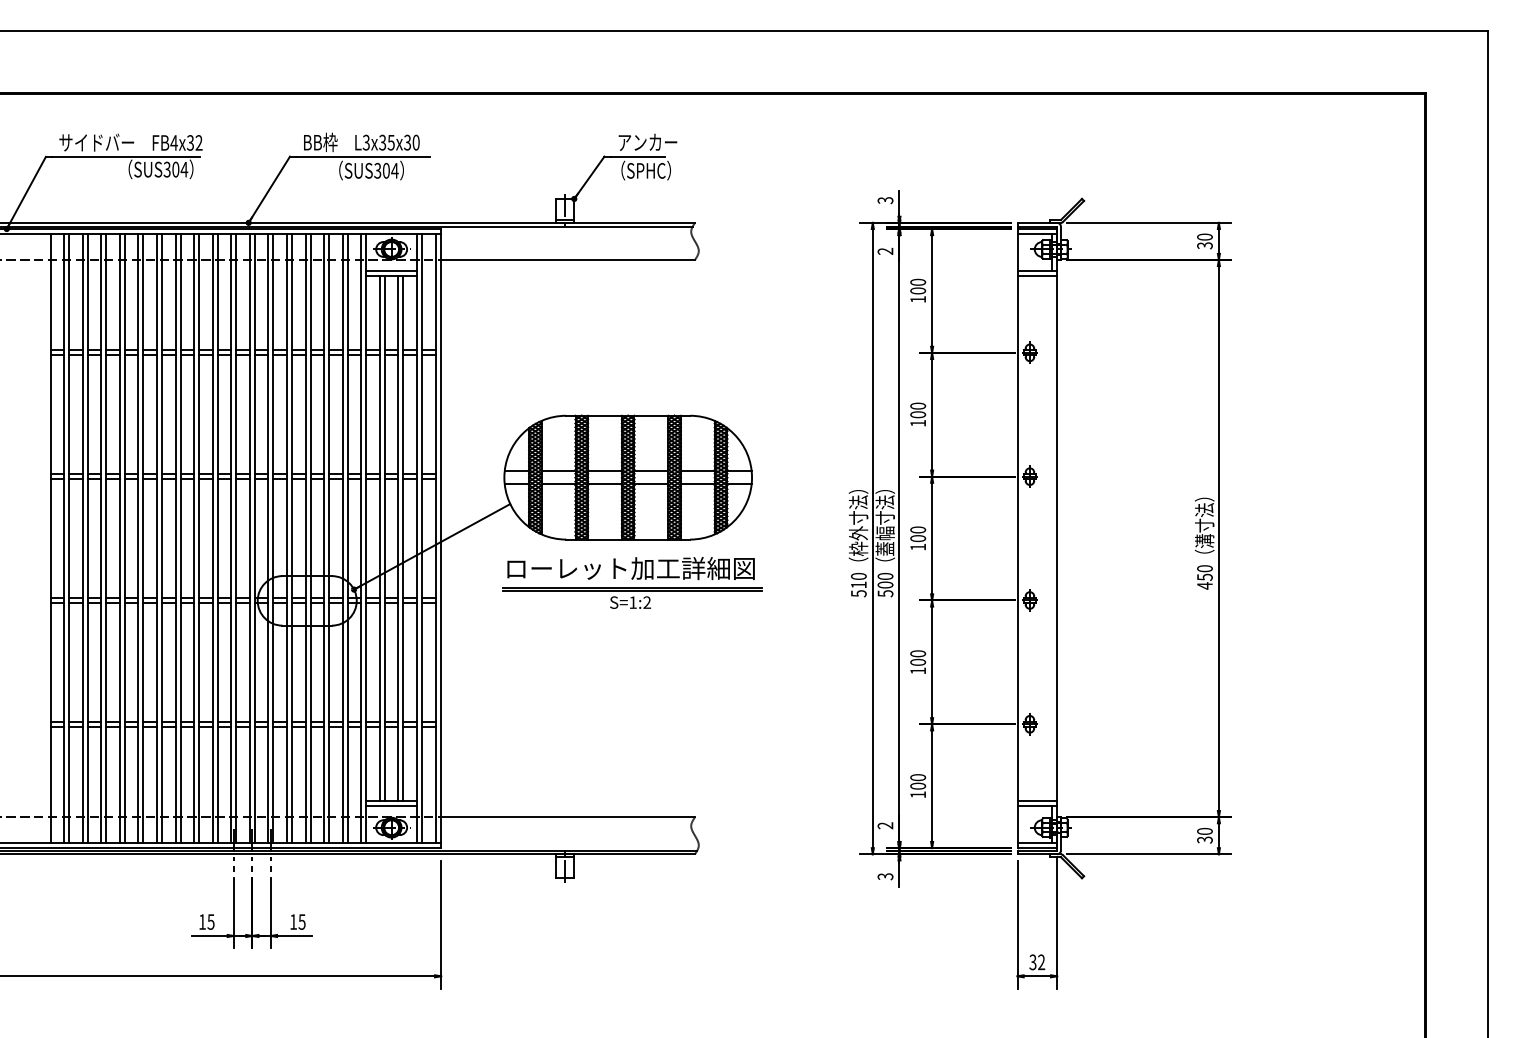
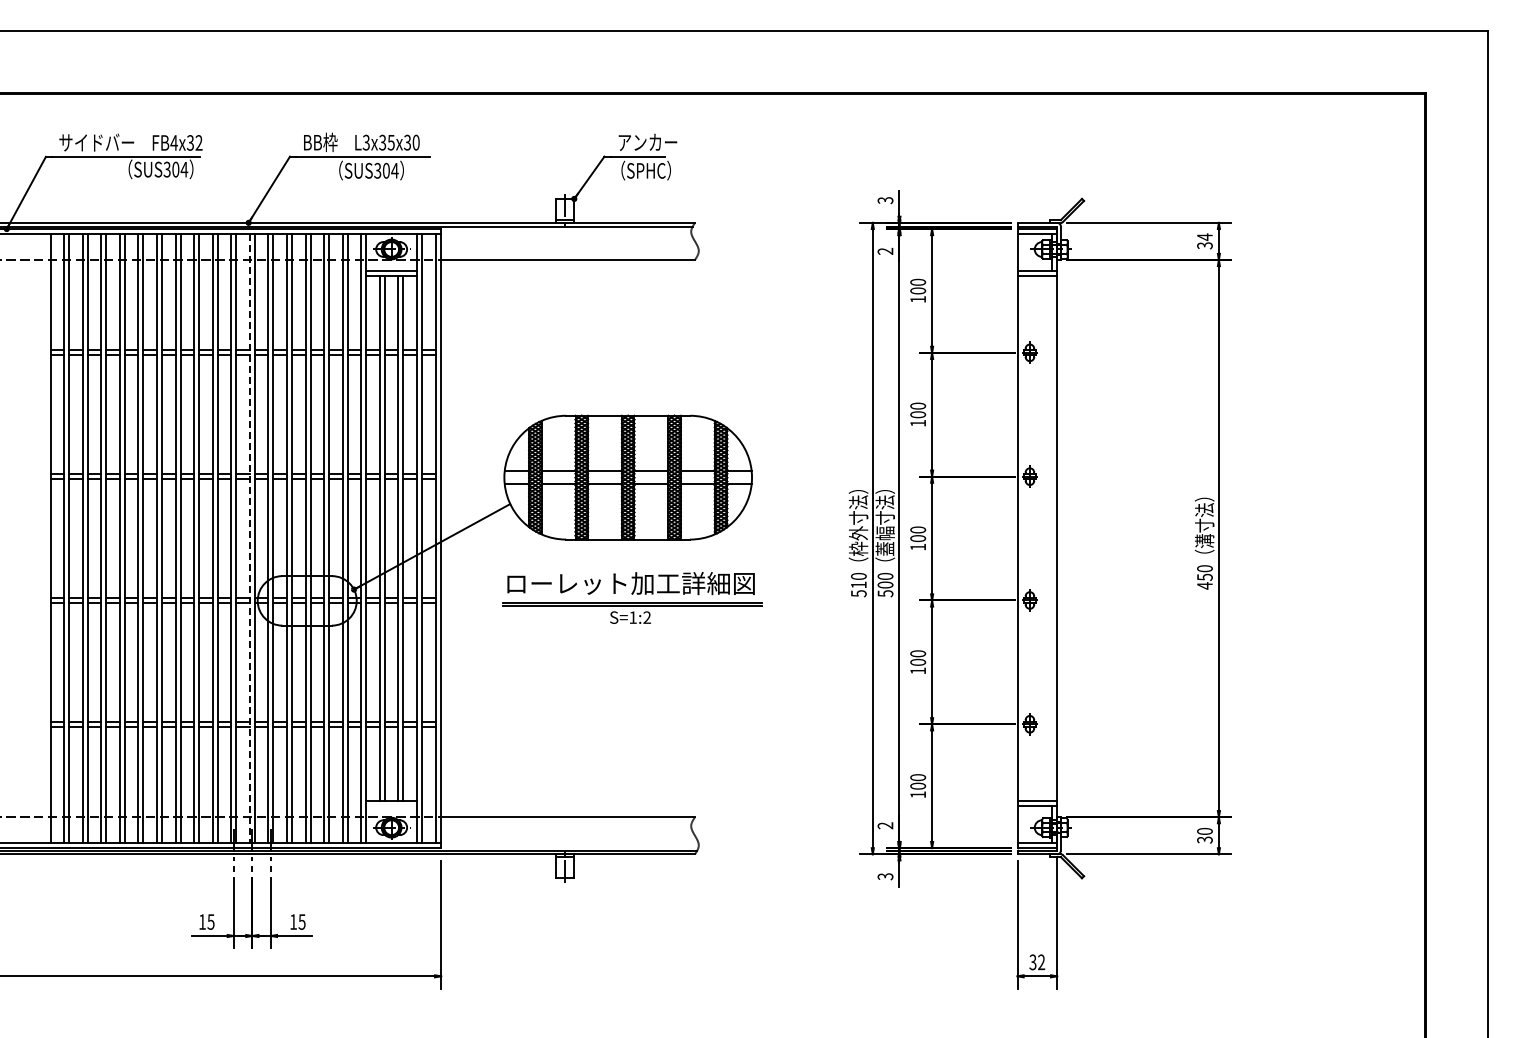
text at (1204, 237): 30 -> 34
line at (249, 538): solid -> dashed
part at (632, 582) position: (632, 582) -> (632, 597)
line at (391, 806): present -> none
